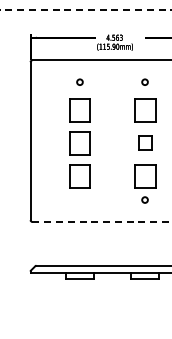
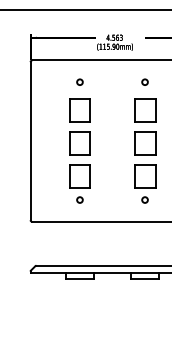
line at (85, 10): dashed -> solid
part at (145, 142) size: 15x16 px -> 23x25 px
circle at (79, 199): none -> present
line at (102, 221): dashed -> solid
